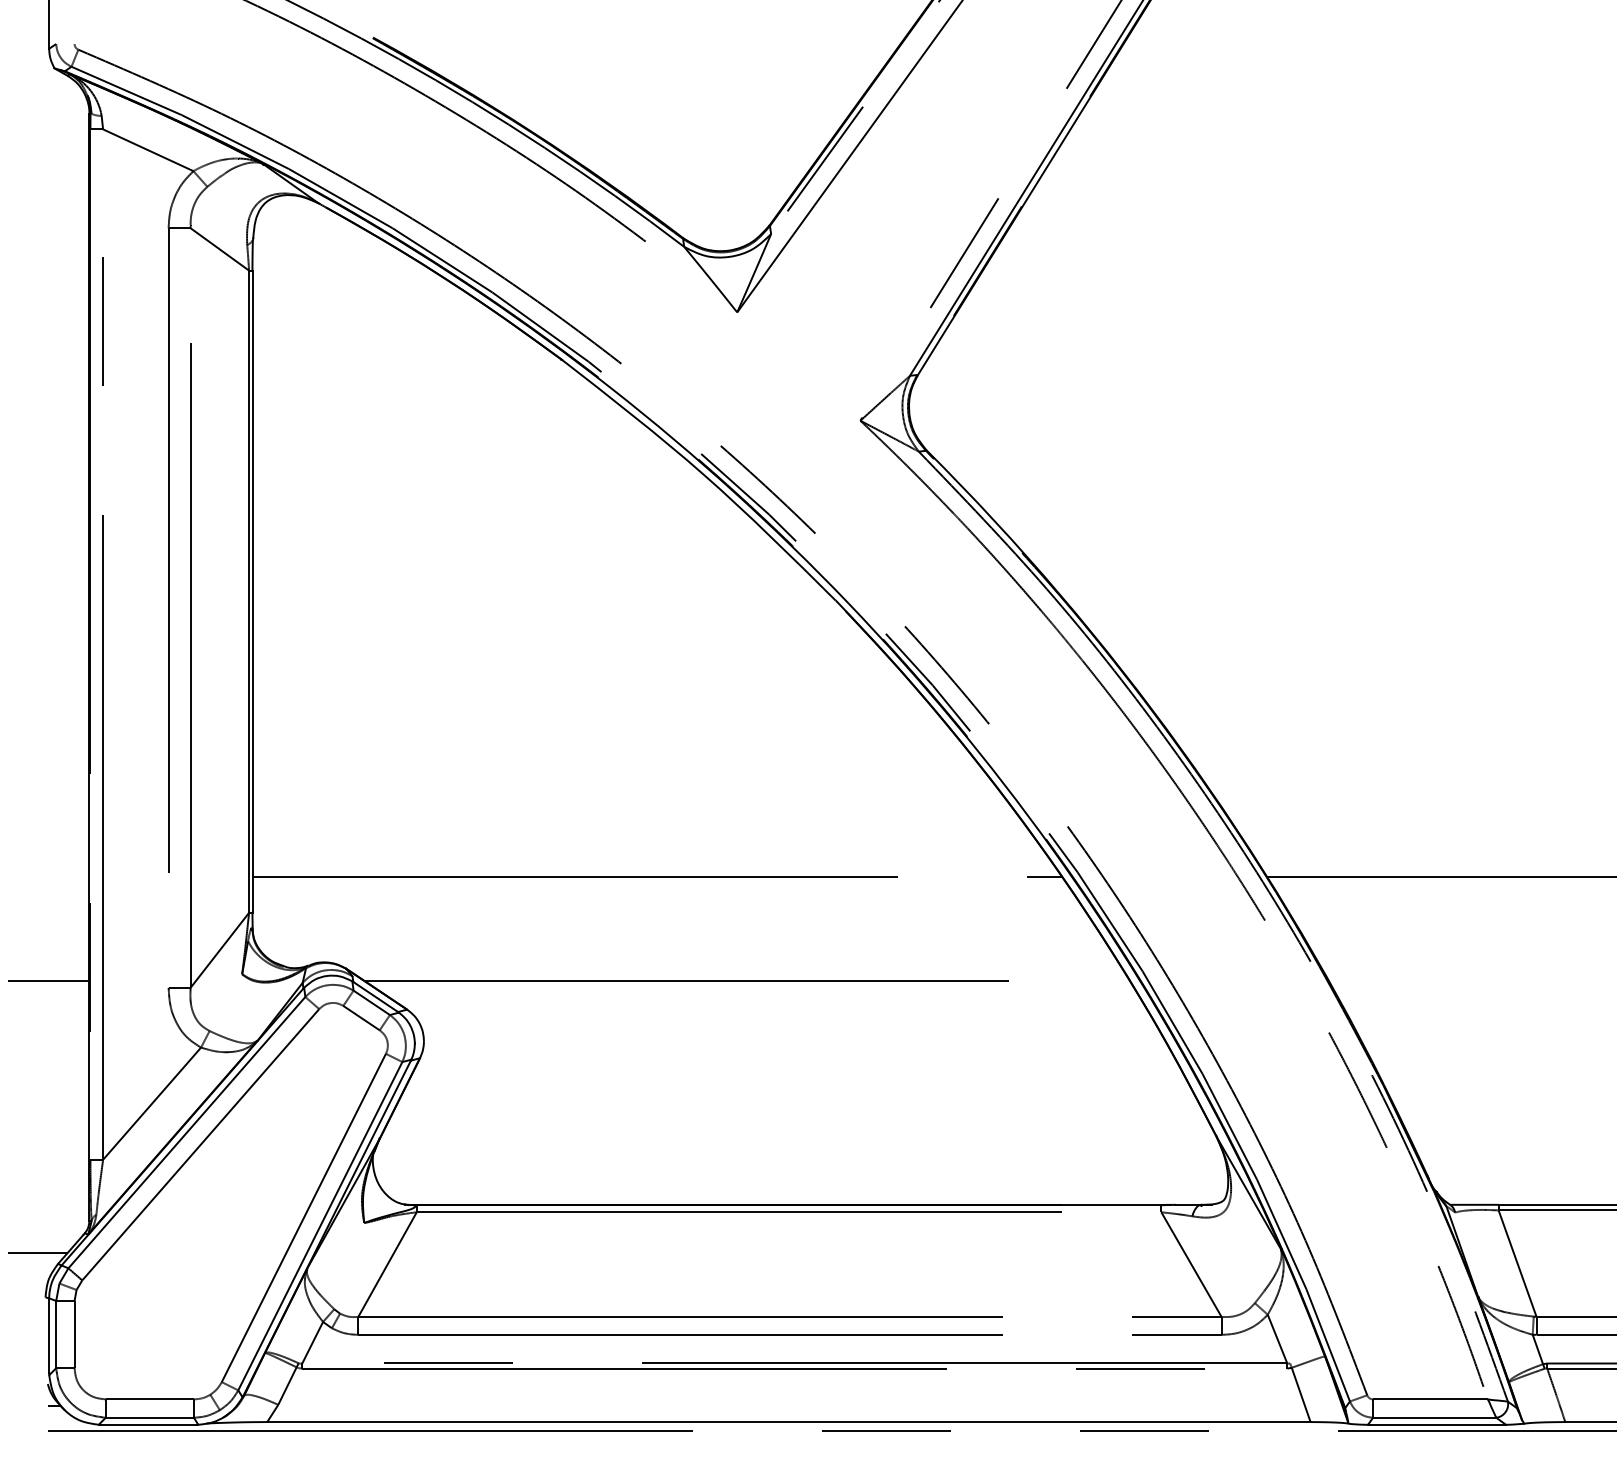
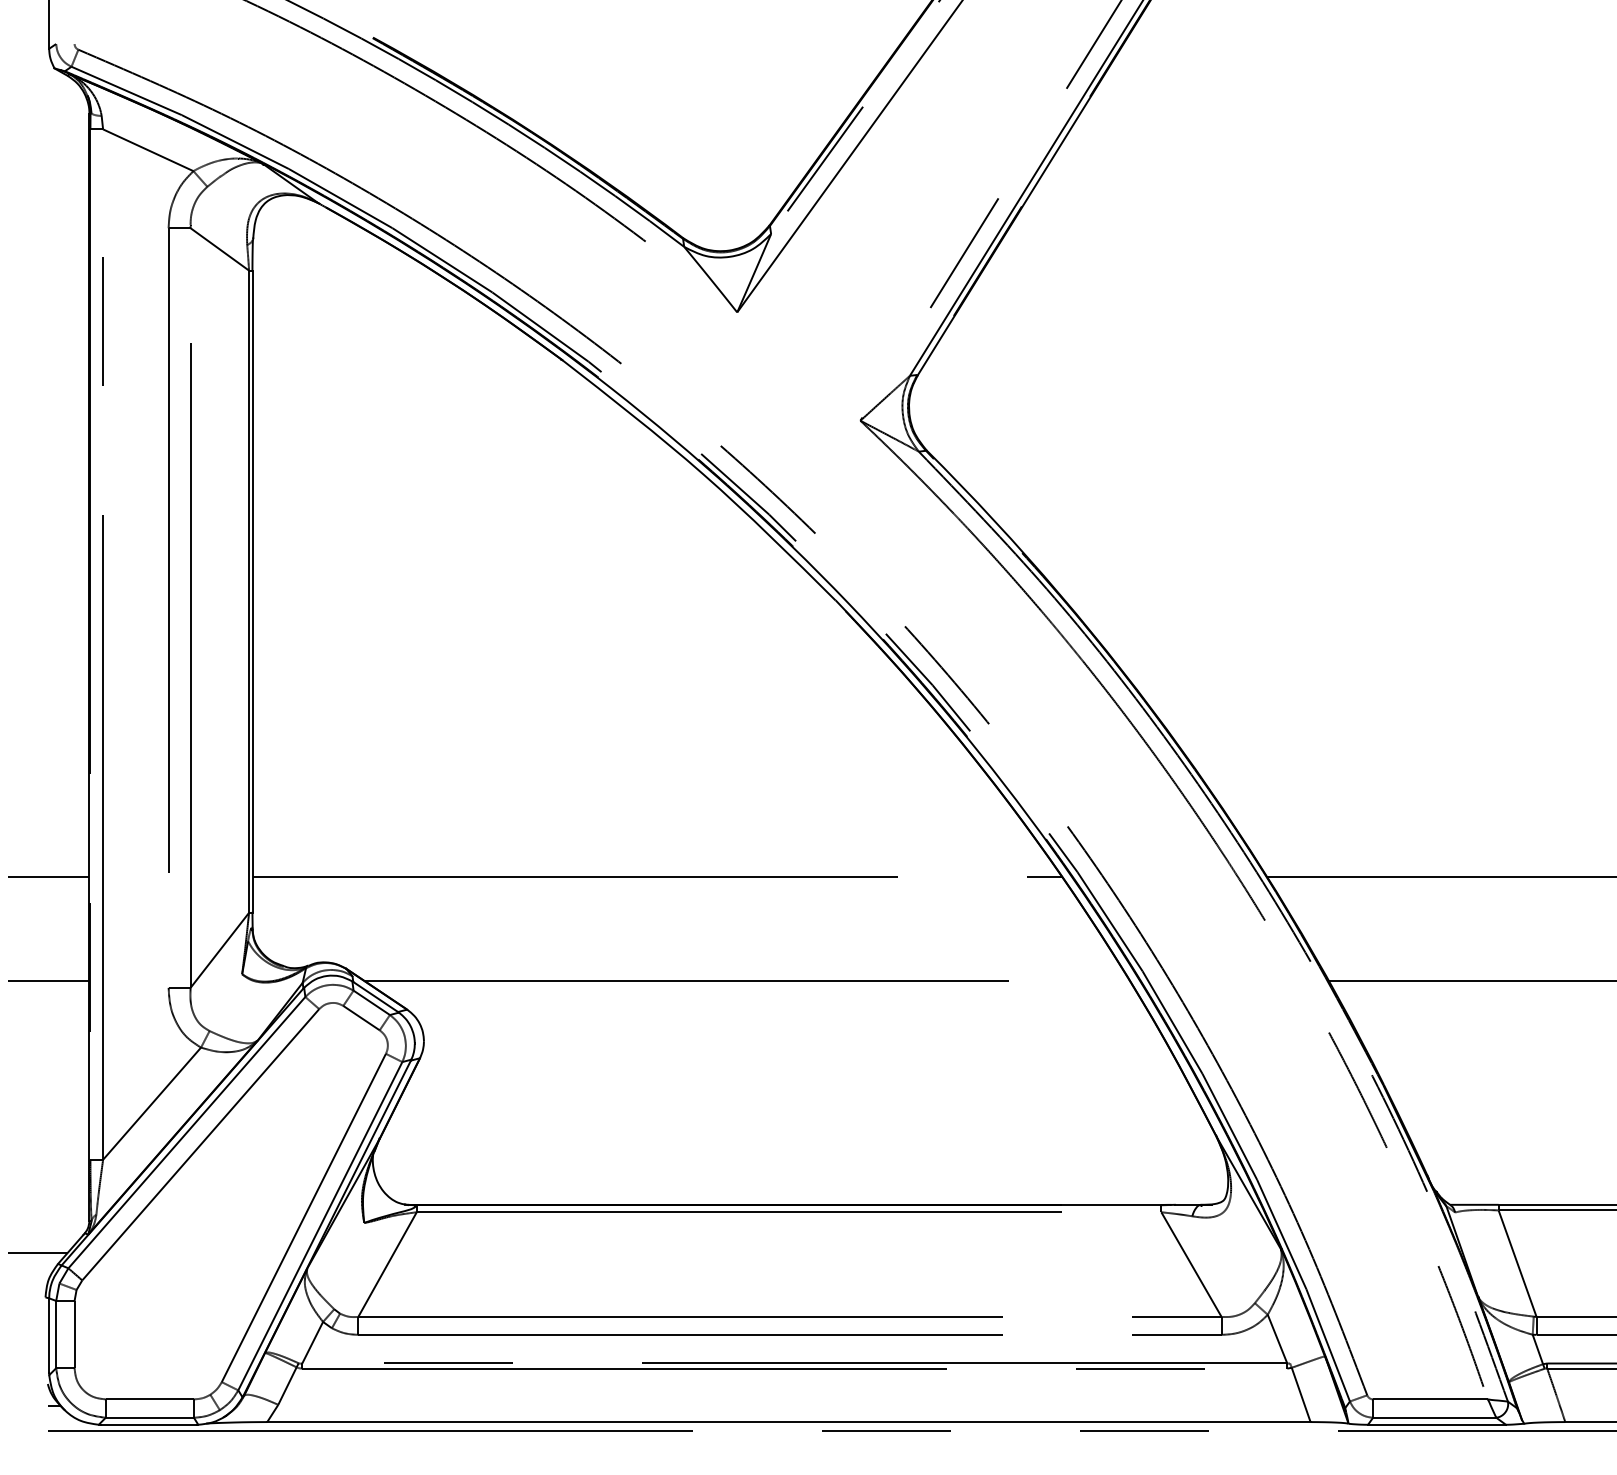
line at (48, 876): none -> present
line at (1470, 980): none -> present
